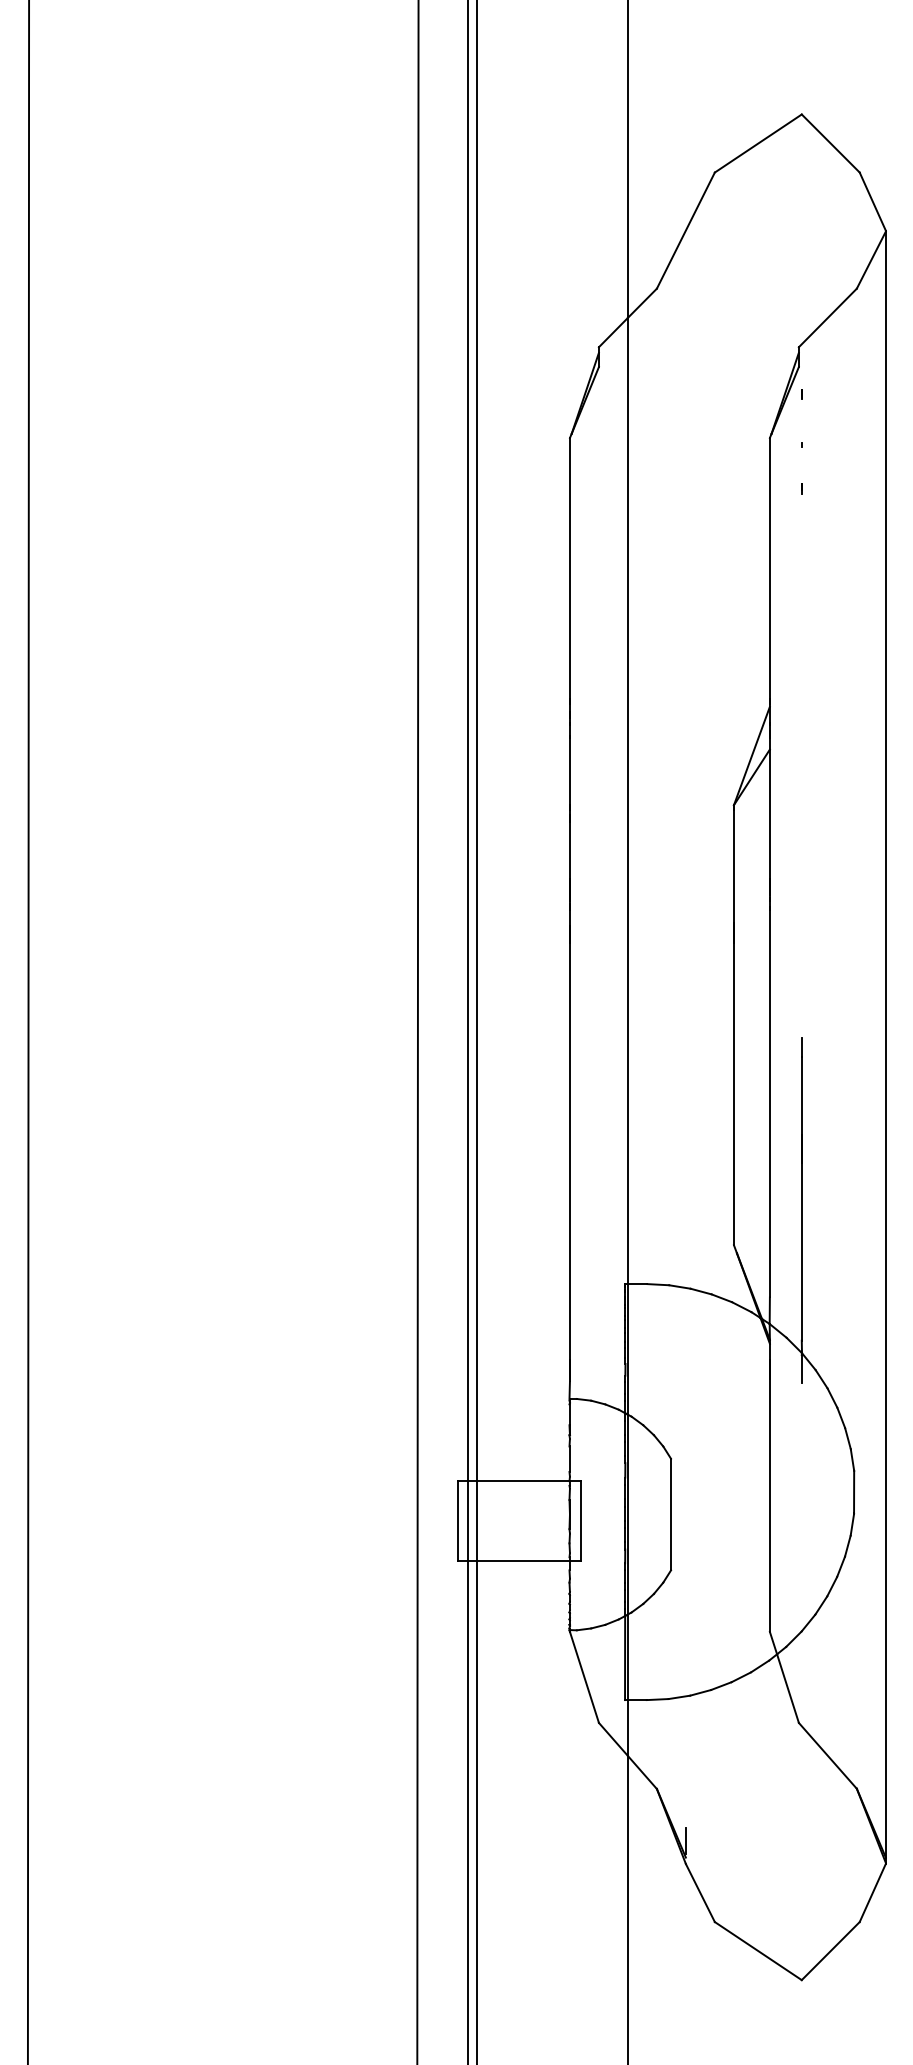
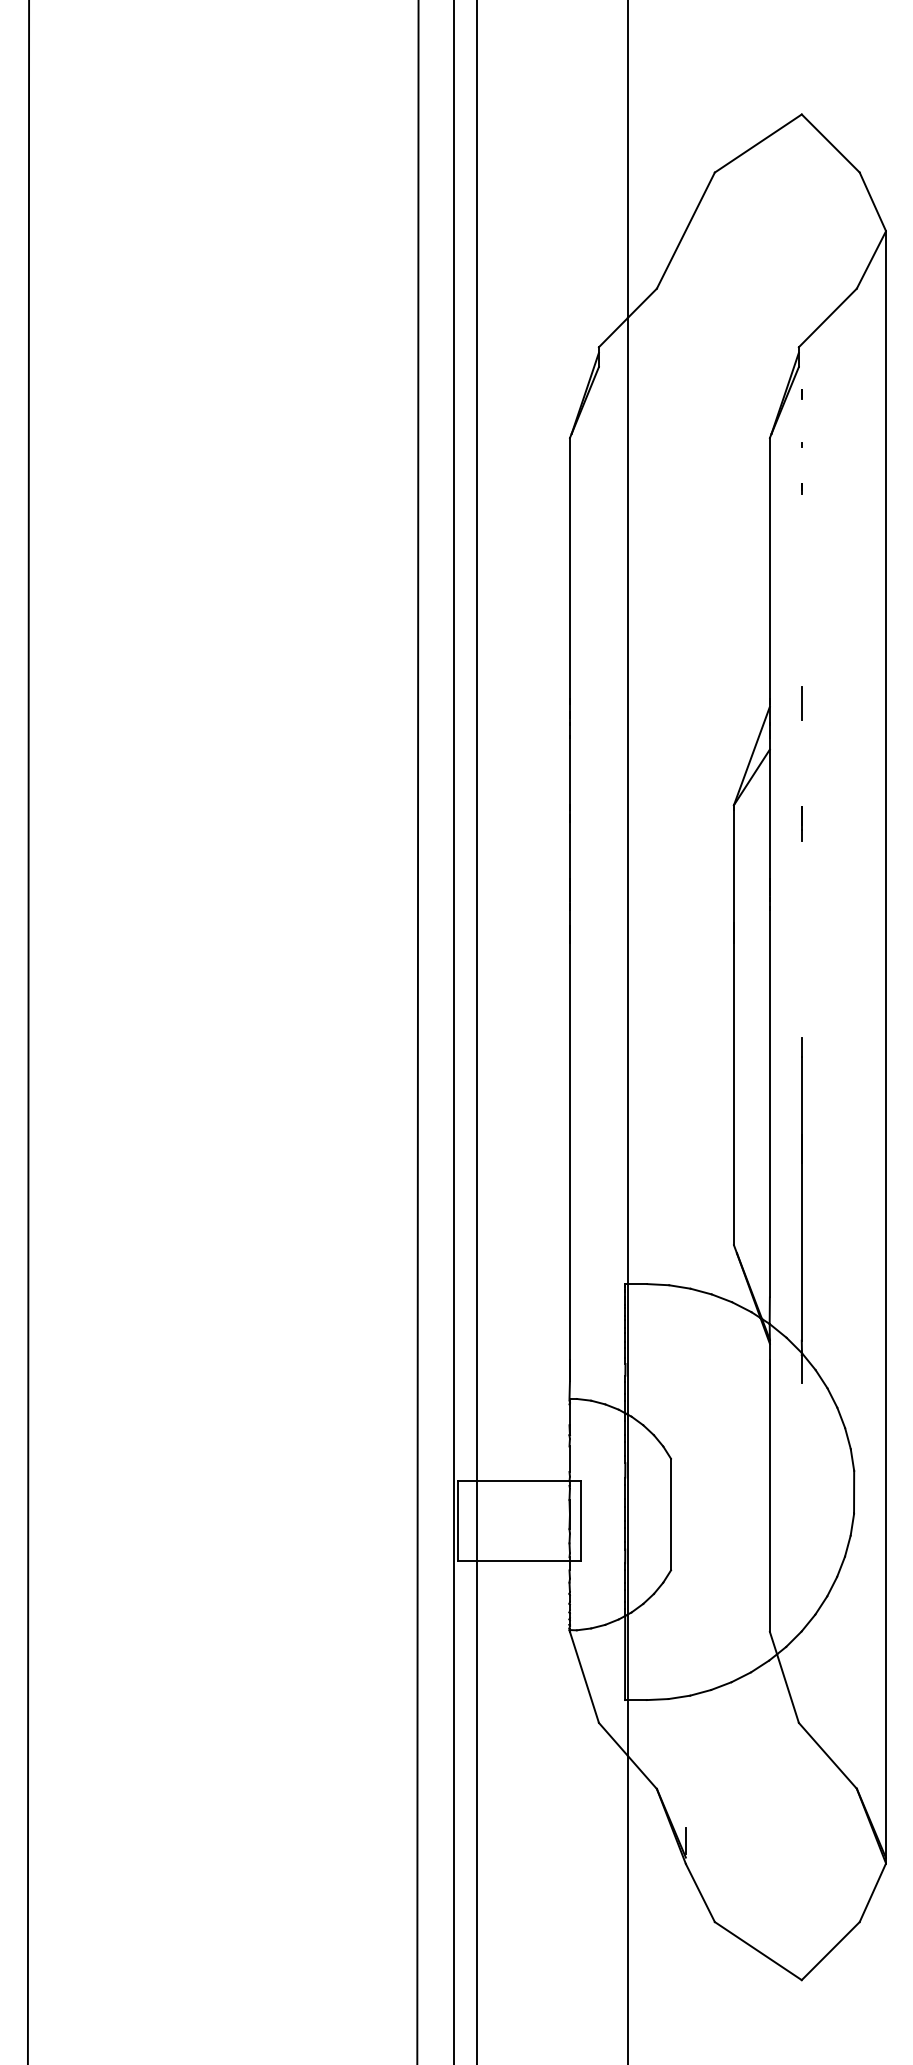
line at (801, 703): none -> present
line at (801, 823): none -> present
line at (468, 1031) position: (468, 1031) -> (454, 1031)
